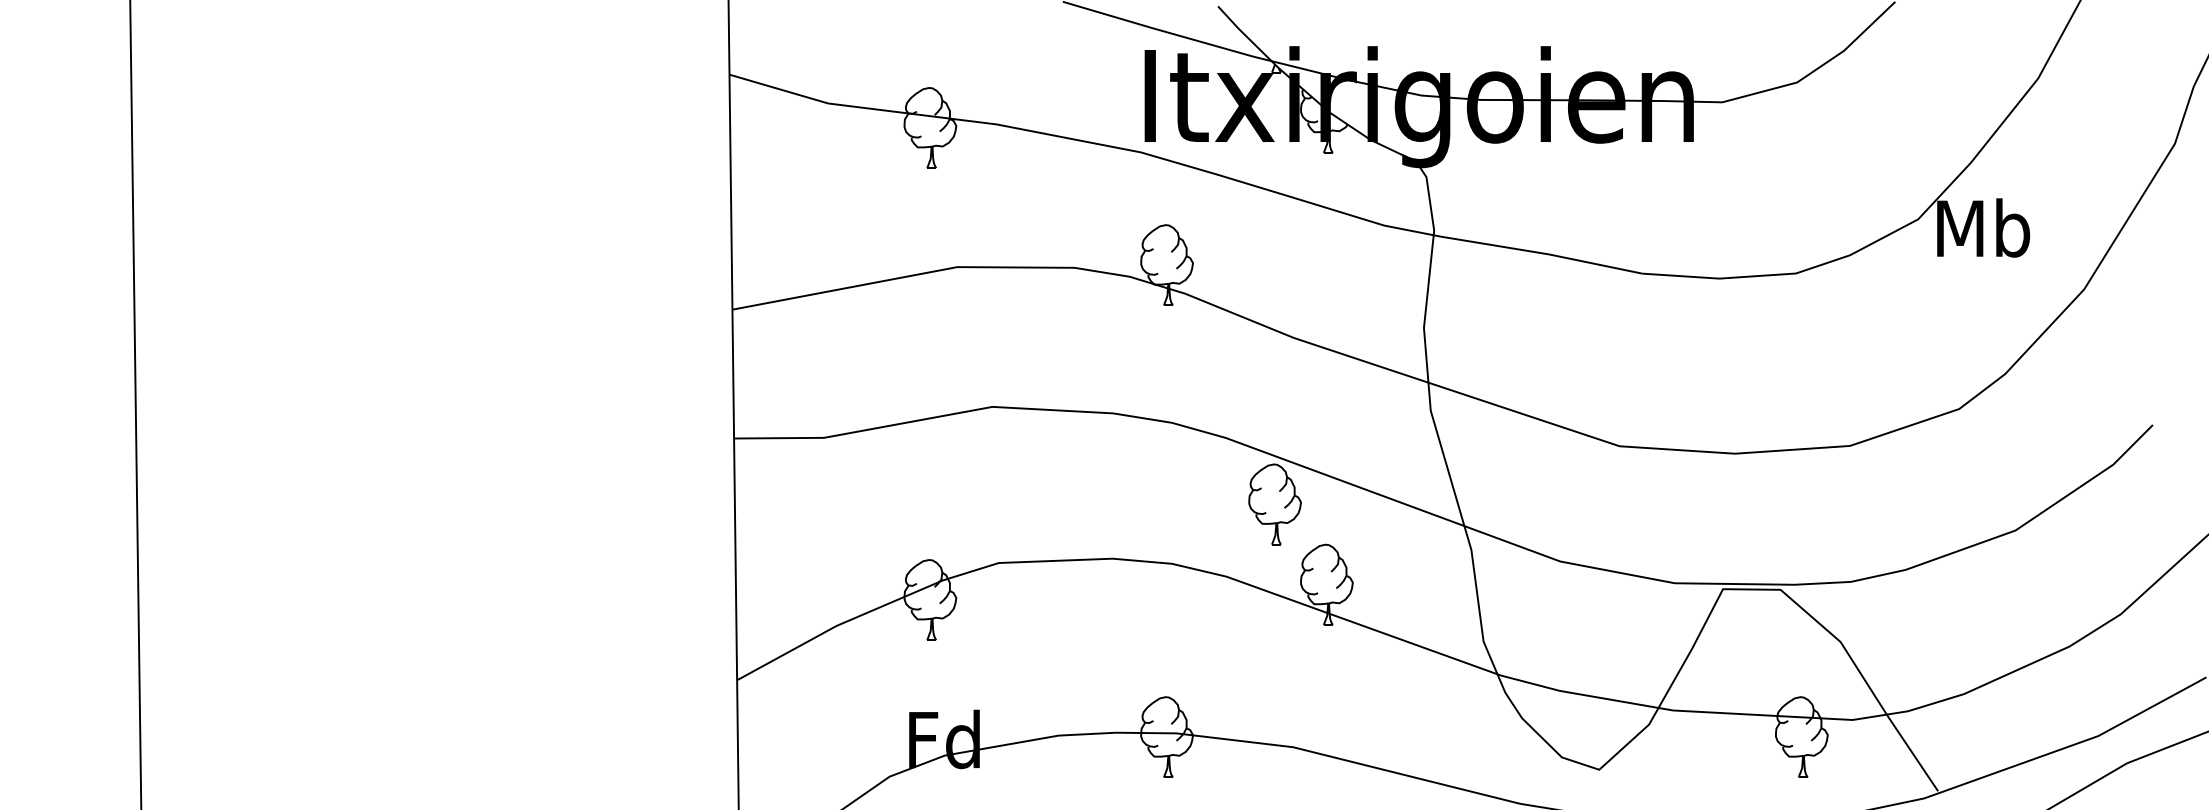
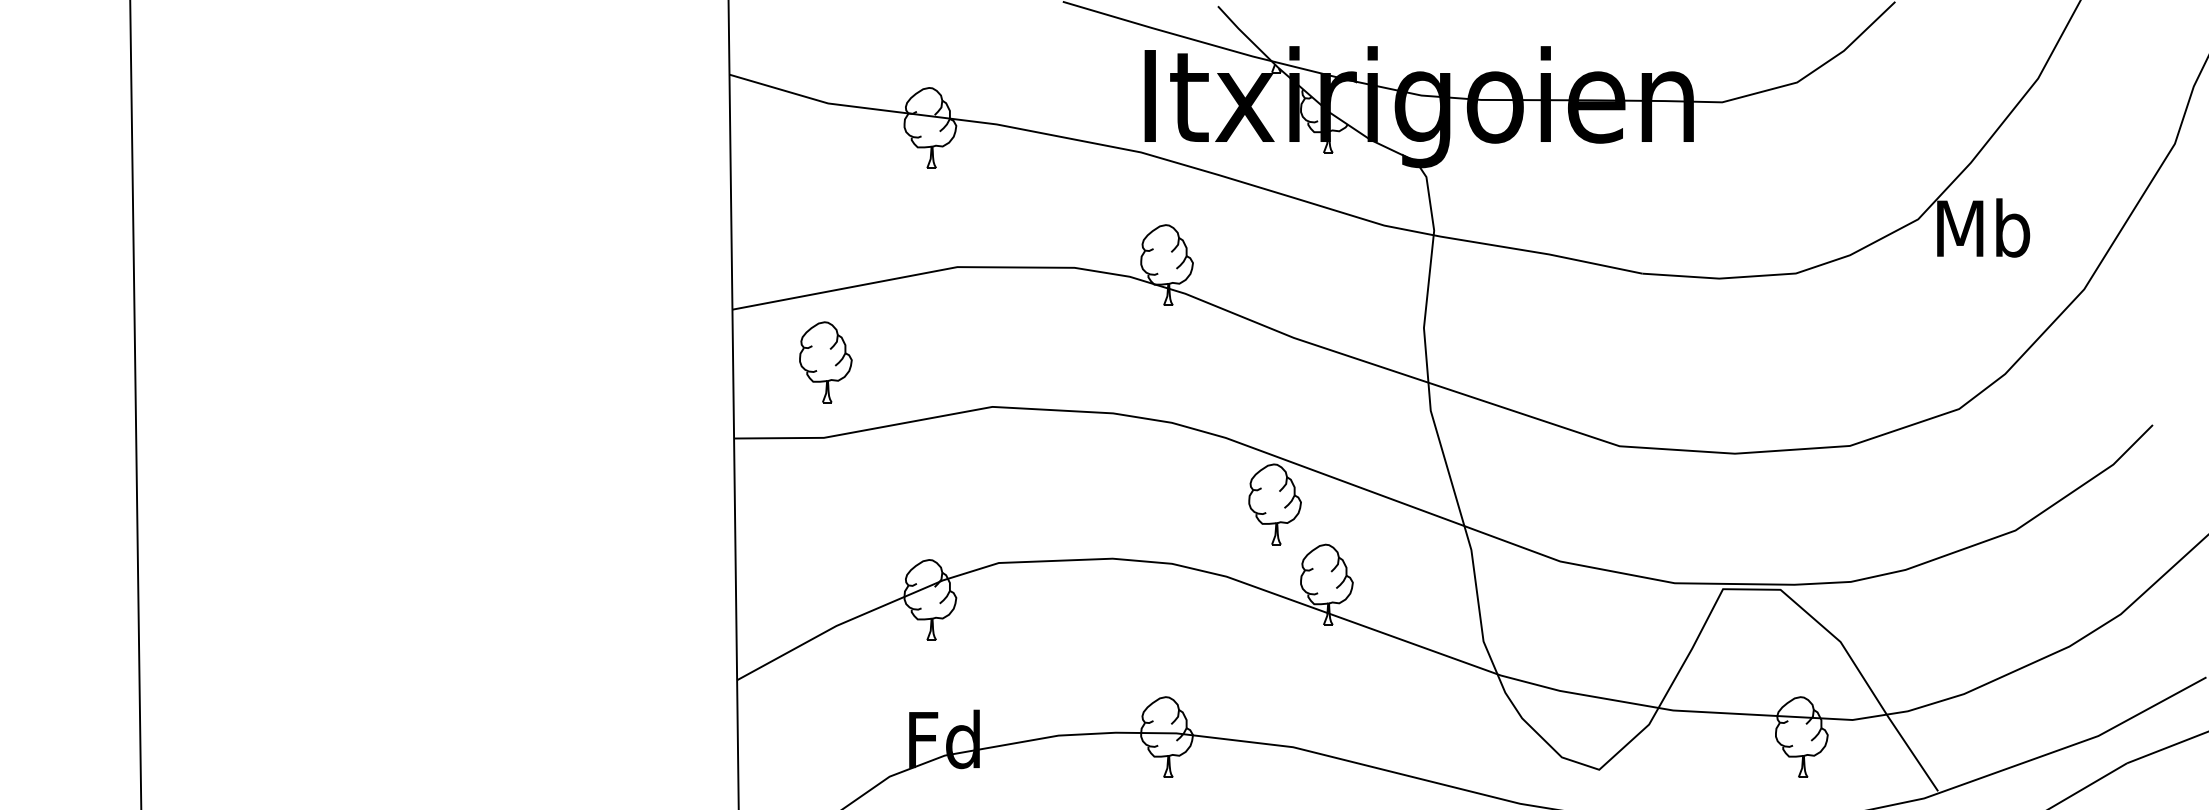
part at (825, 362): none -> present
